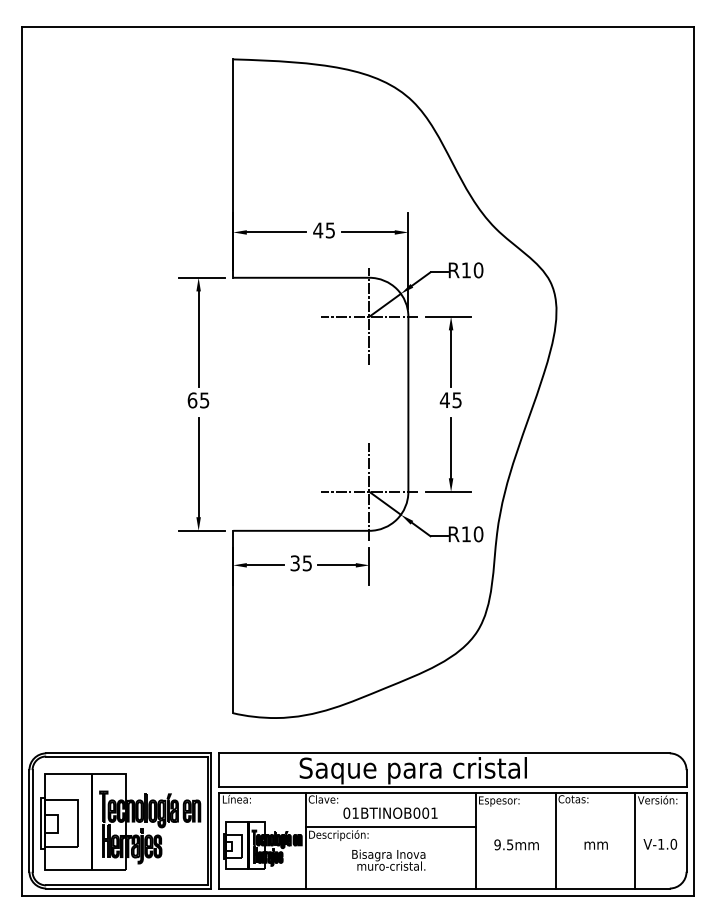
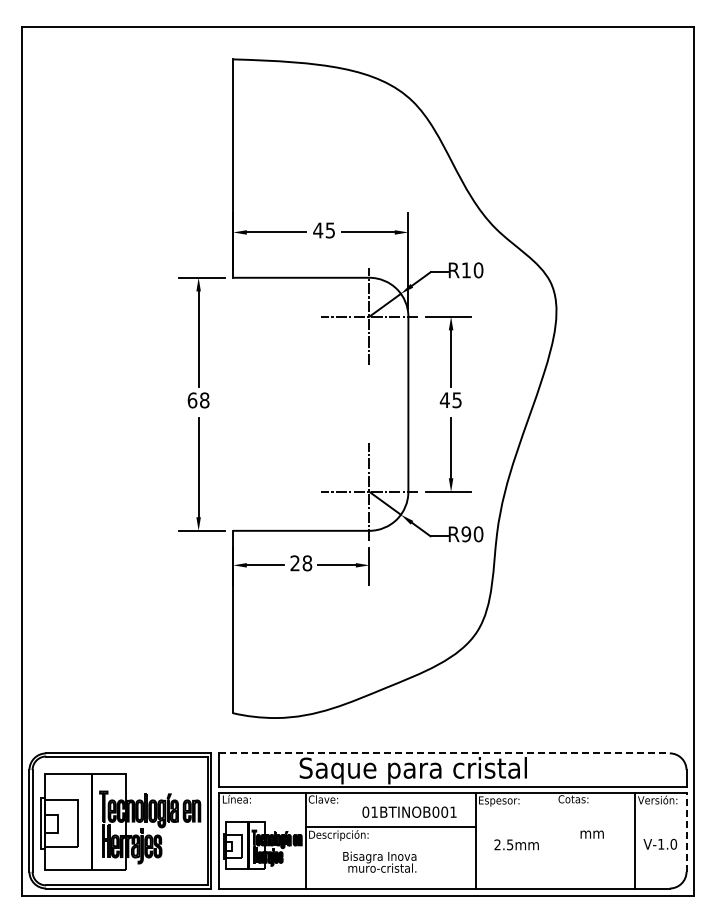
text at (204, 400): 65 -> 68
text at (466, 534): R10 -> R90
text at (301, 563): 35 -> 28
line at (444, 753): solid -> dashed
text at (390, 812) position: (390, 812) -> (409, 811)
line at (686, 831): solid -> dashed
line at (555, 840): present -> none
text at (497, 844): 9.5mm -> 2.5mm
text at (595, 845) position: (595, 845) -> (591, 834)
text at (388, 859) position: (388, 859) -> (379, 861)
